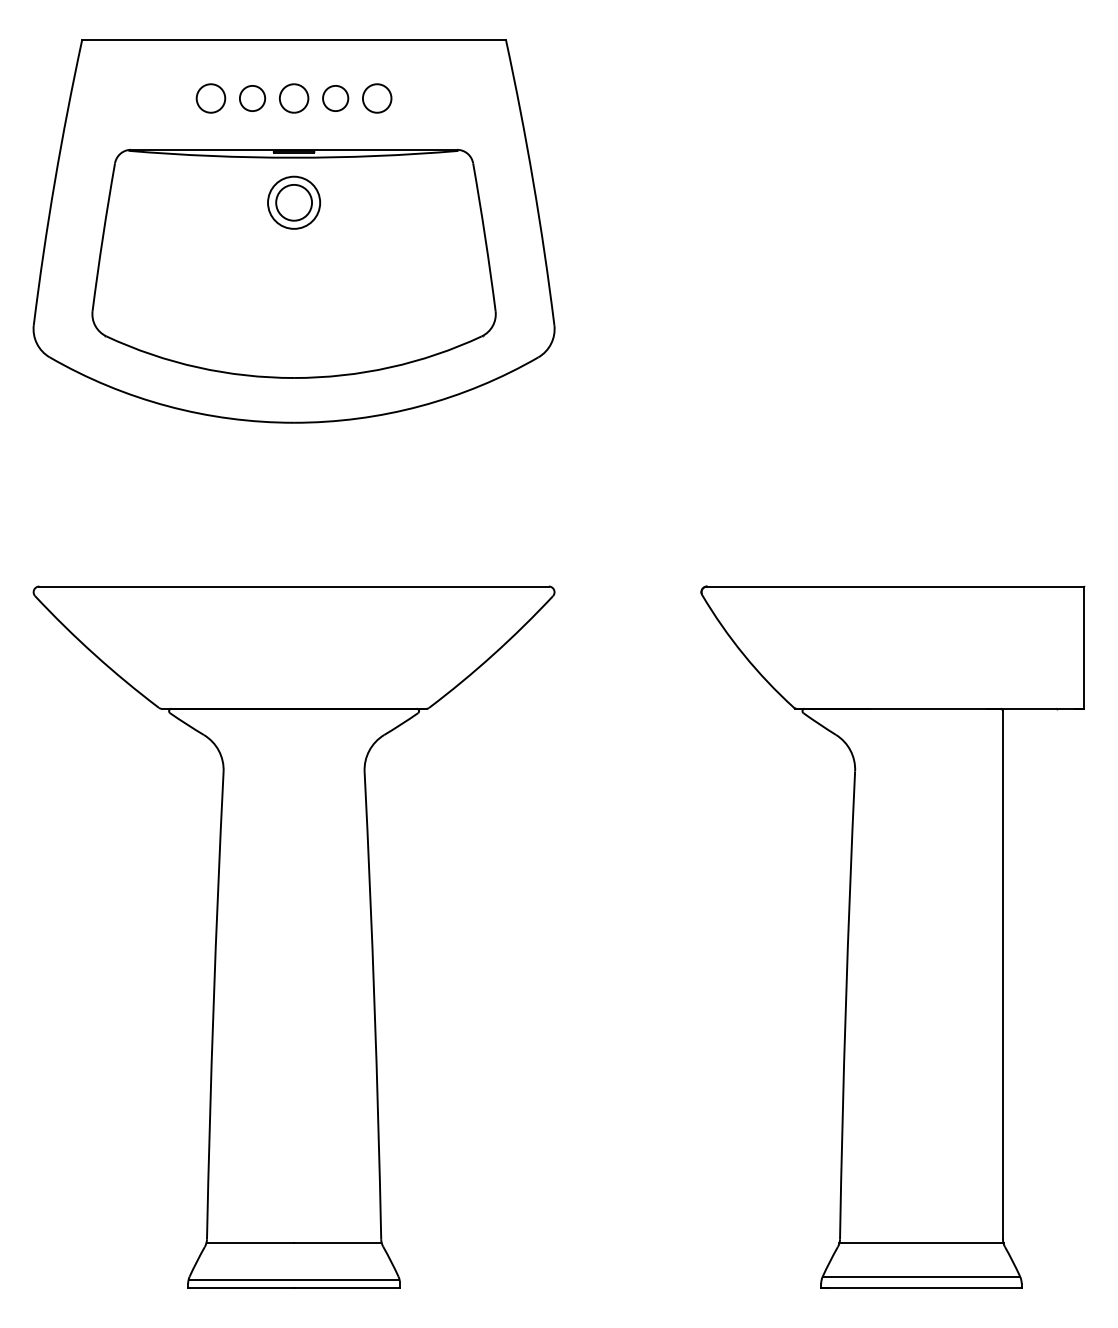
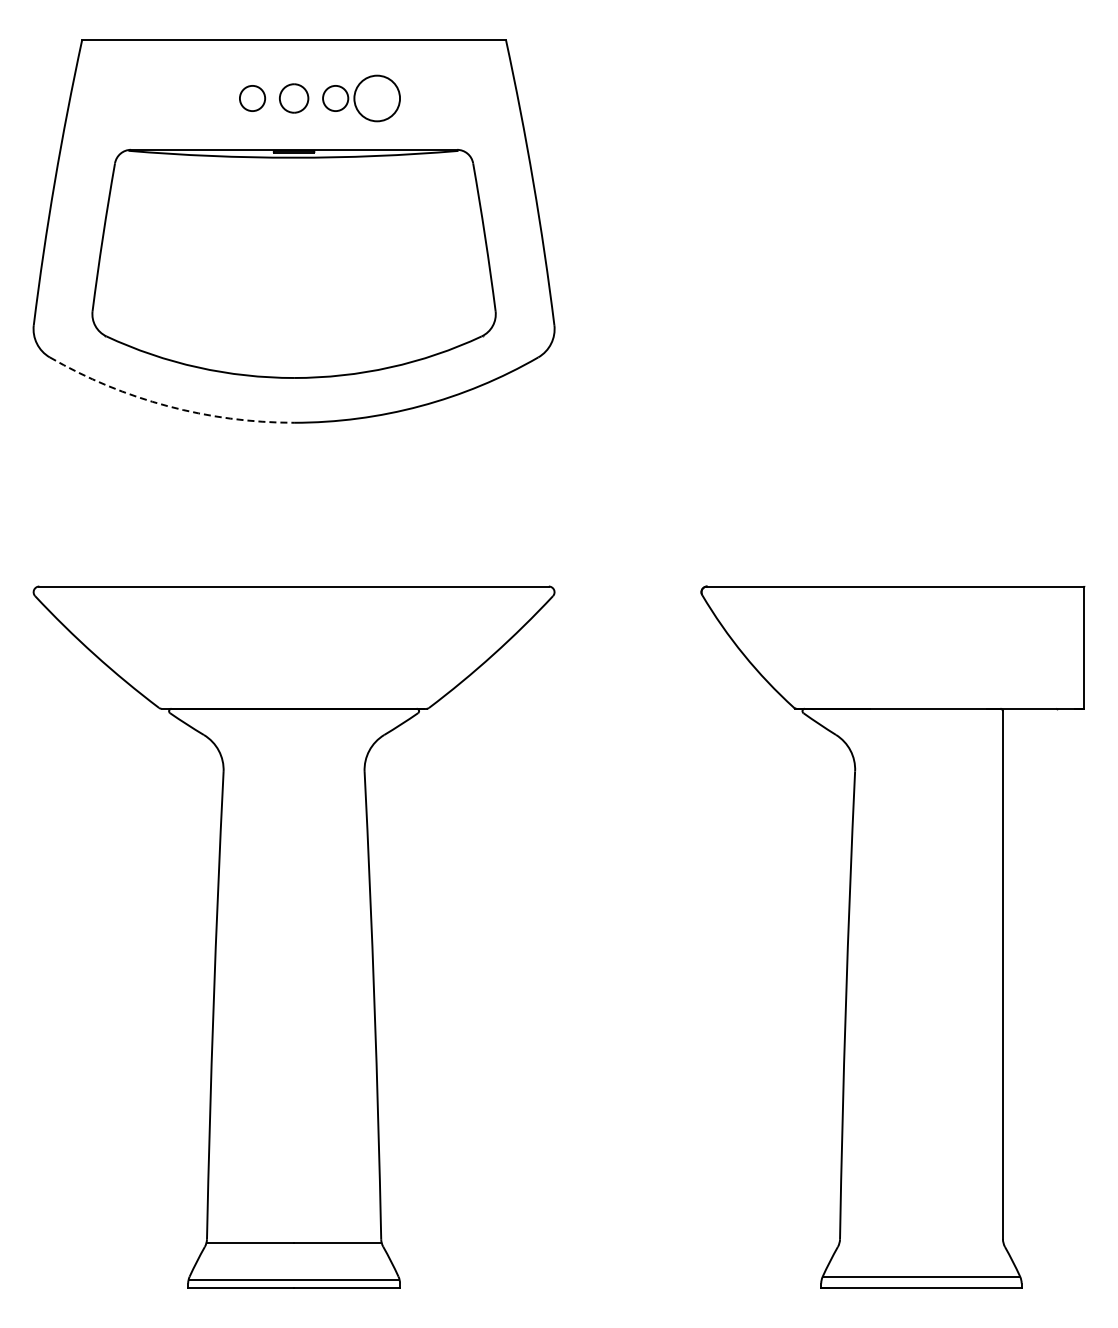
circle at (210, 98): present -> none
circle at (376, 98) diameter: 29 px -> 46 px
part at (294, 202): present -> none
arc at (167, 406): solid -> dashed
line at (921, 1243): present -> none
